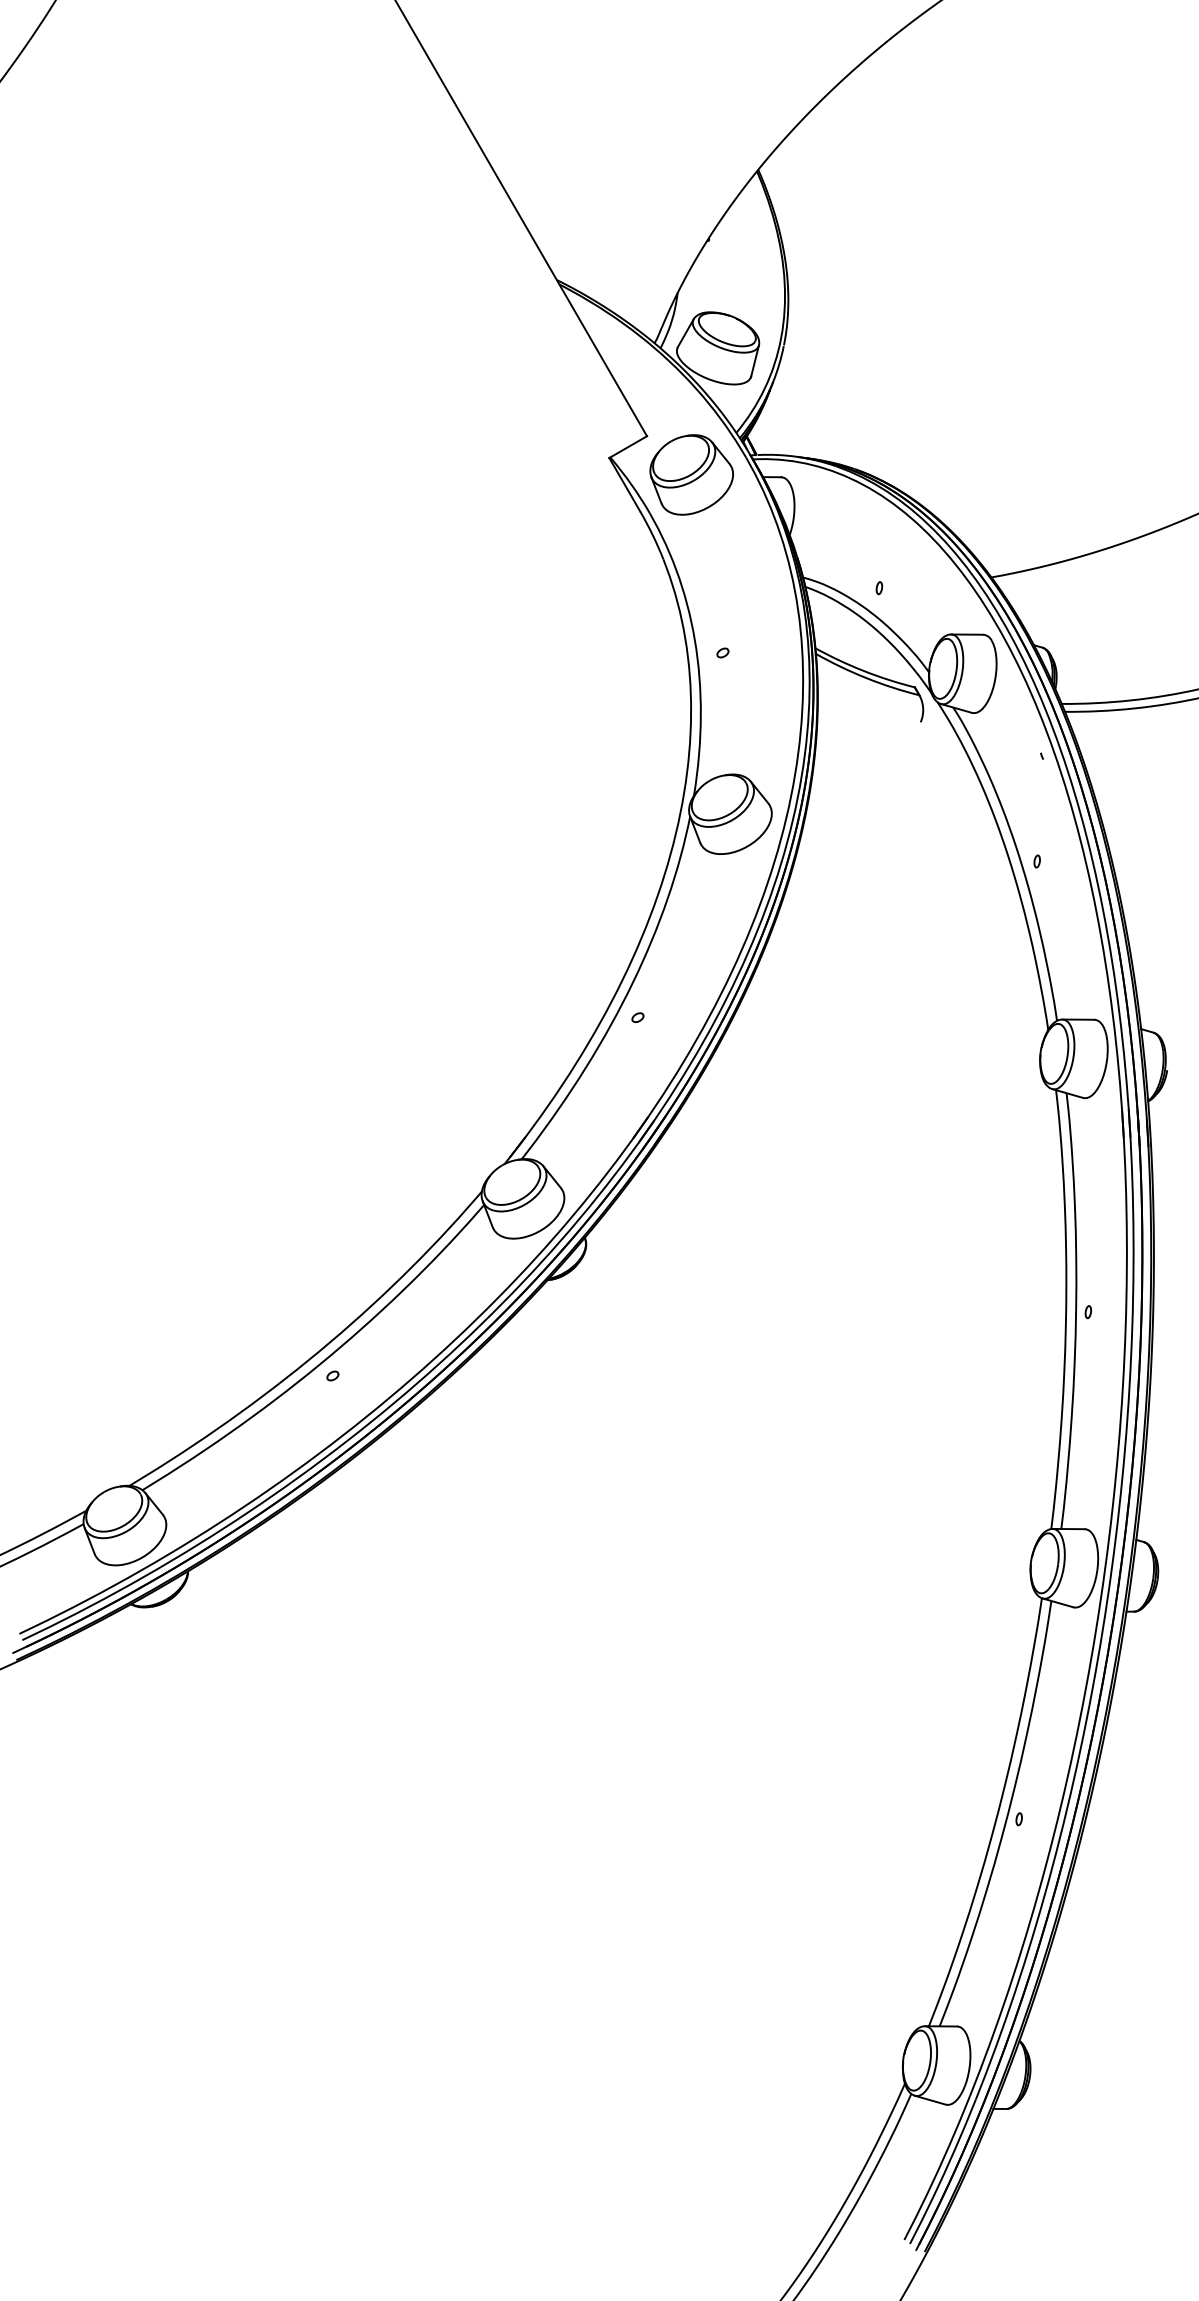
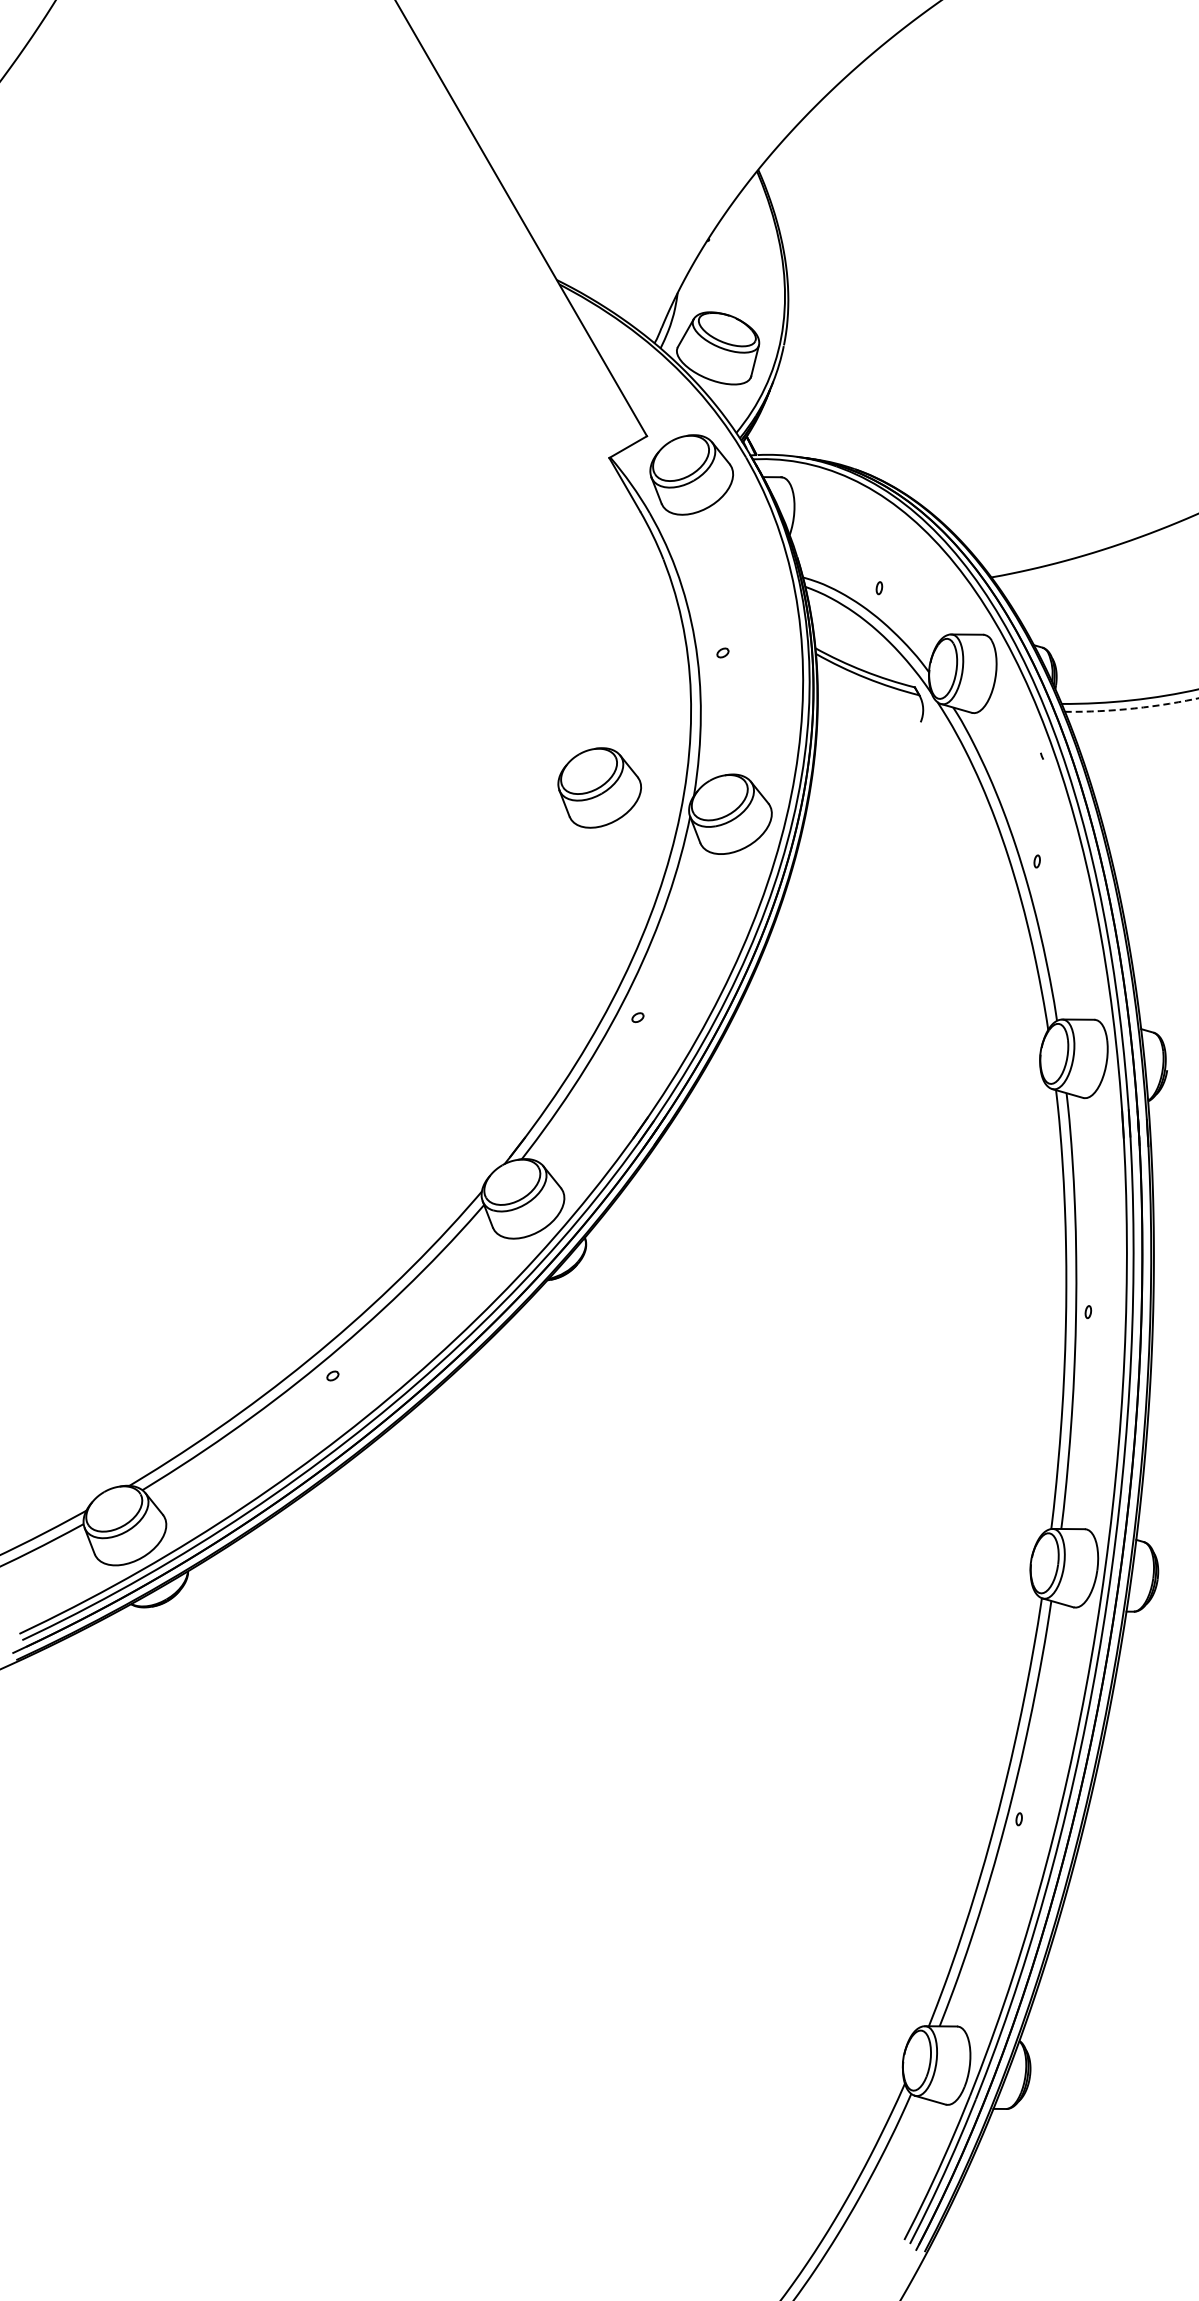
arc at (1132, 708): solid -> dashed
part at (599, 787): none -> present
